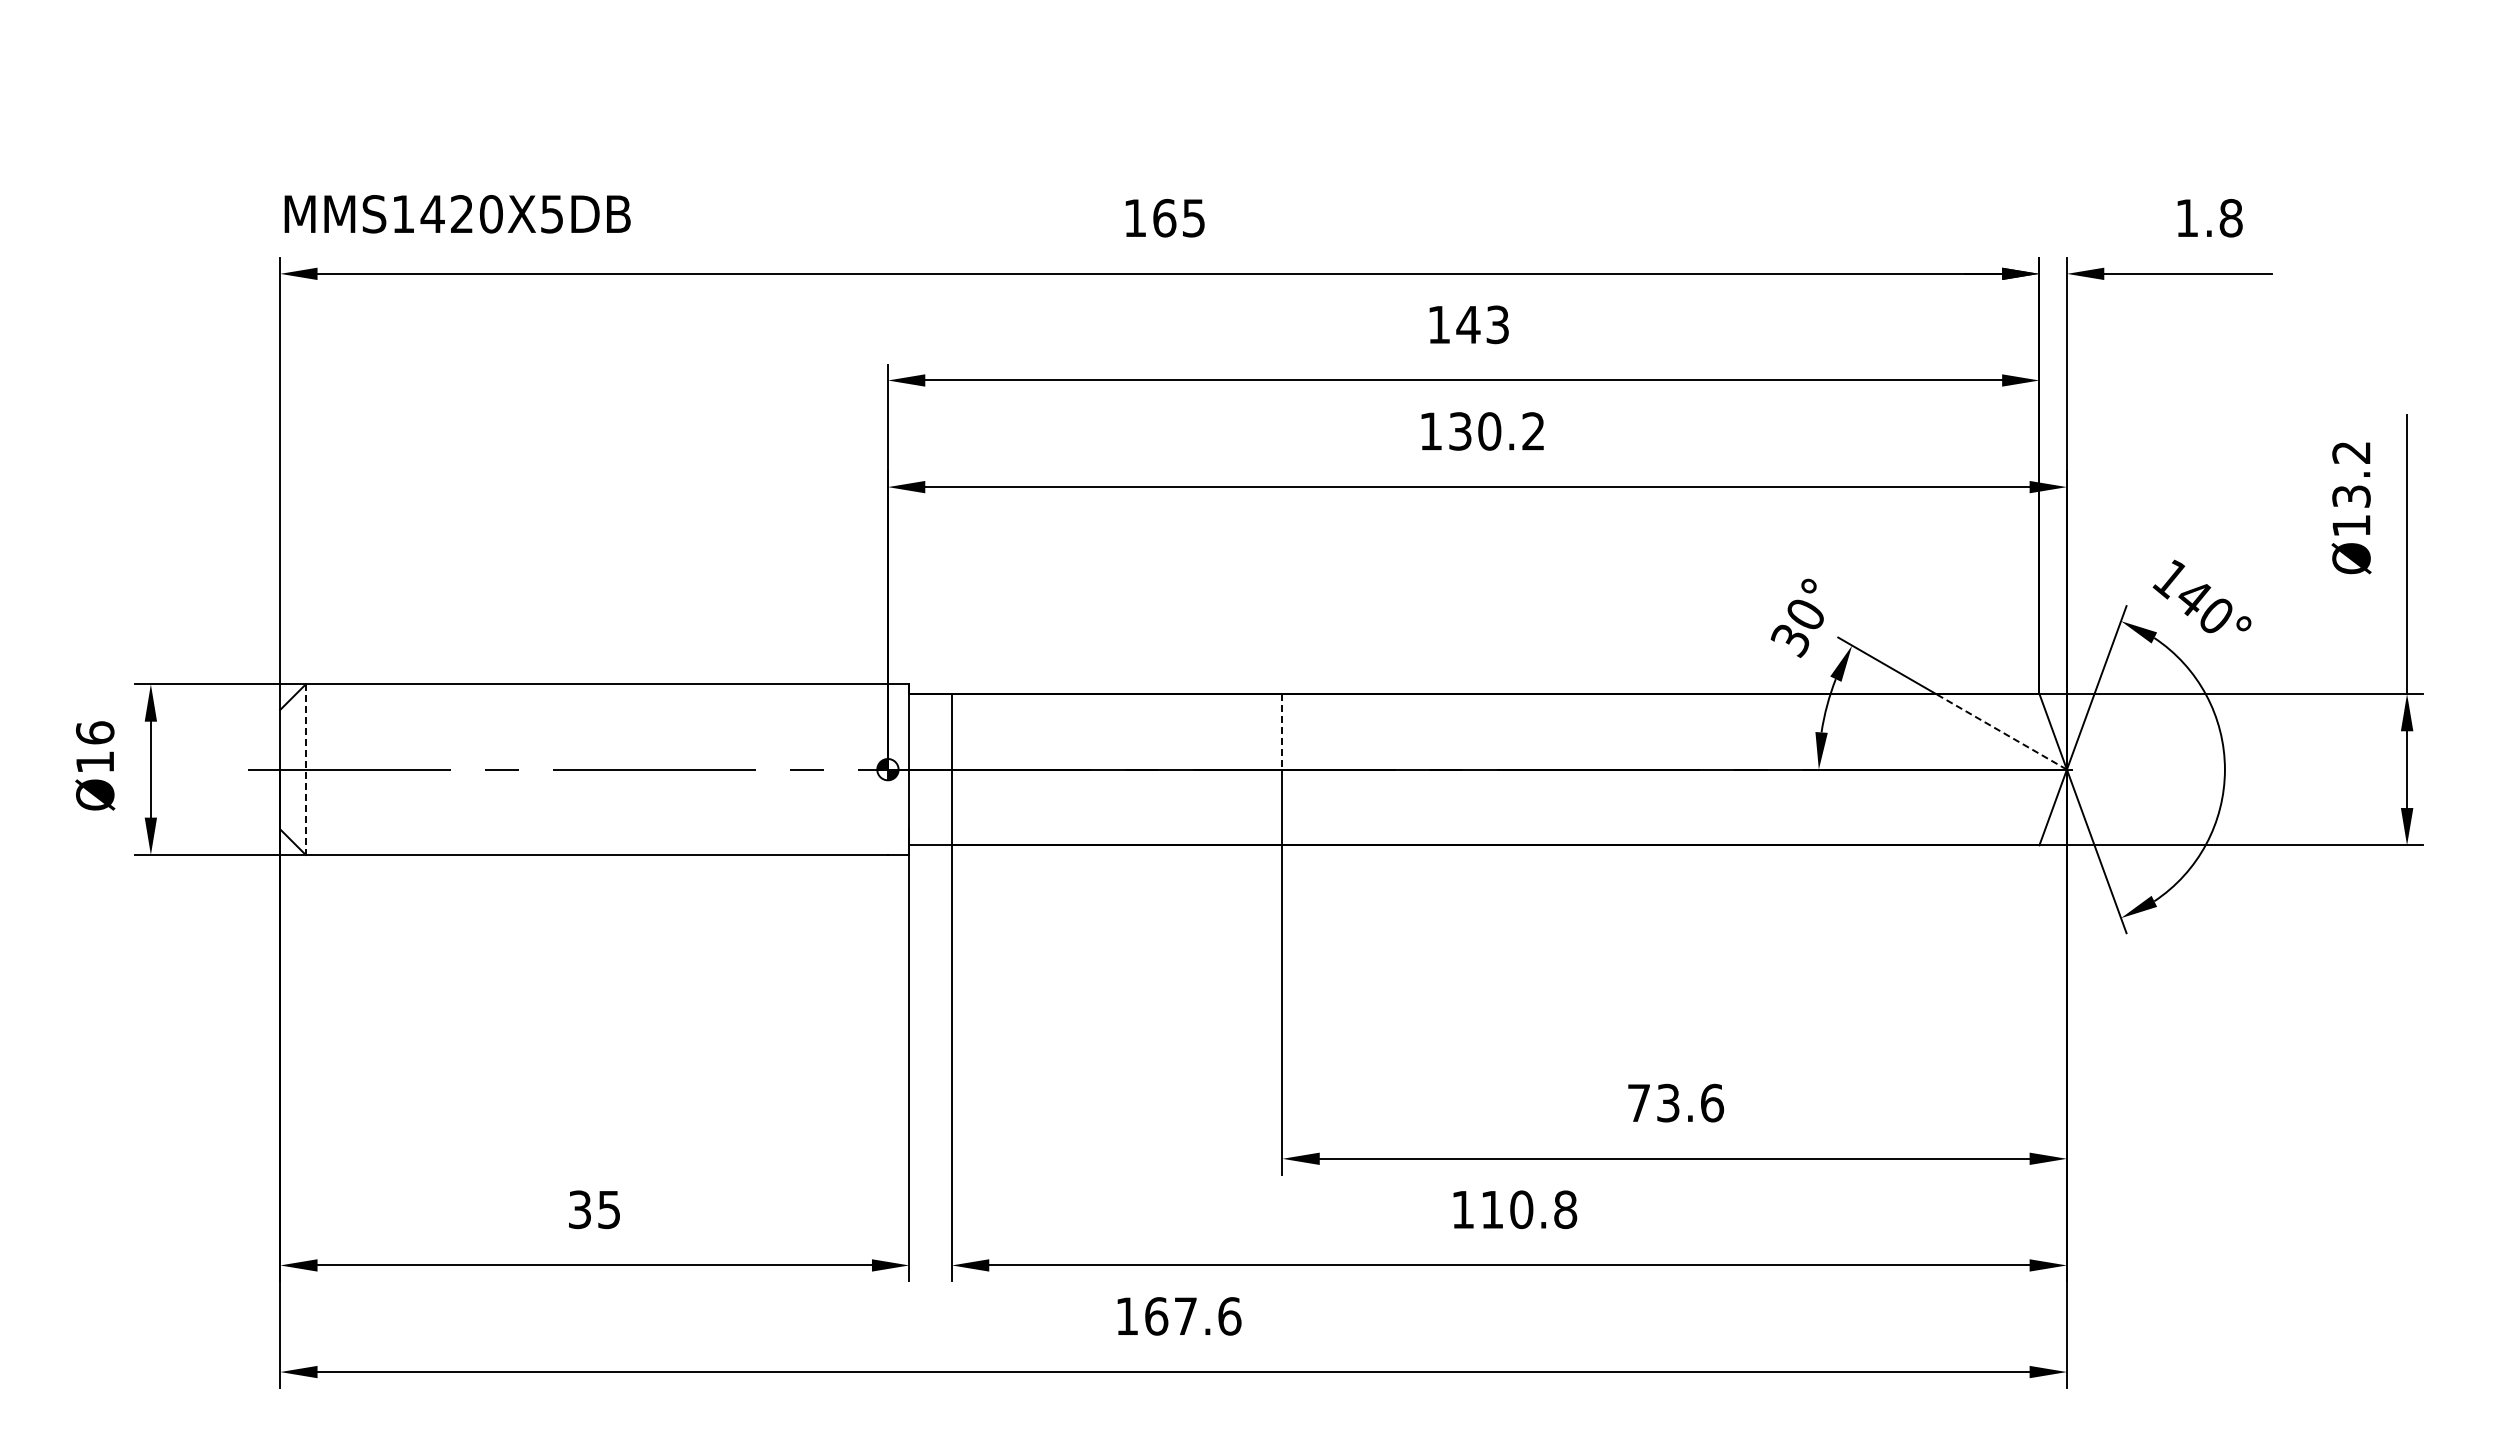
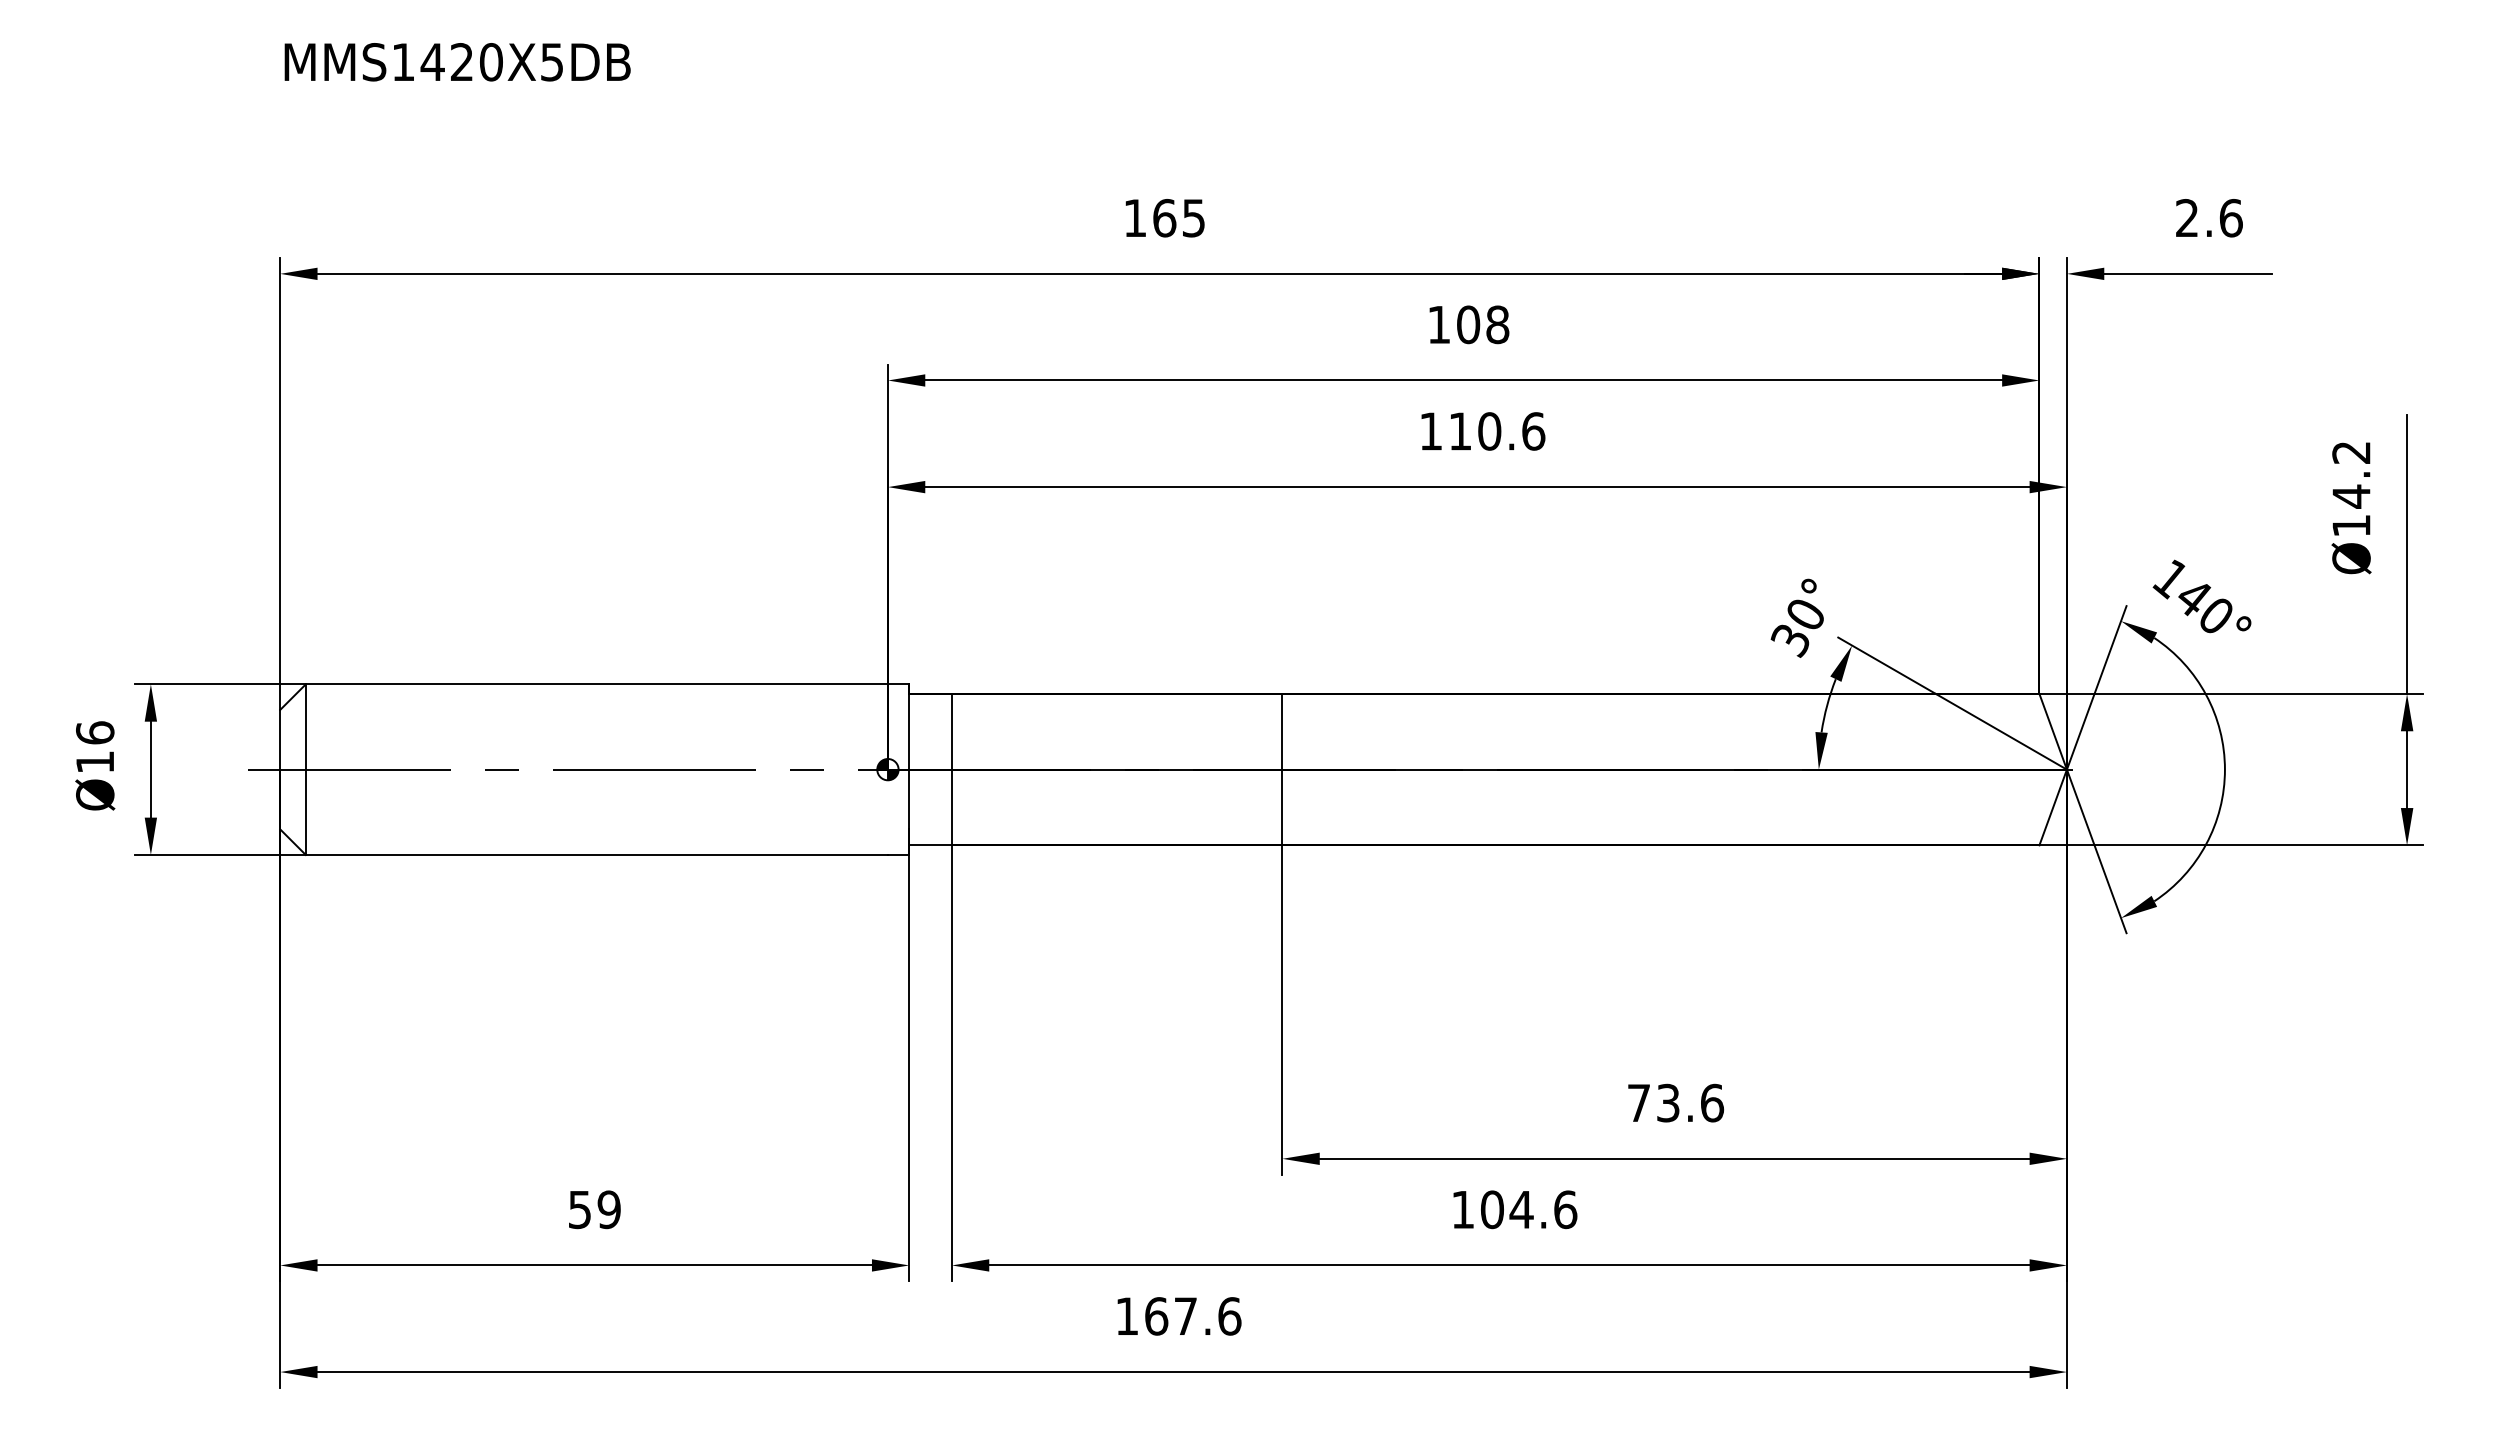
text at (457, 214) position: (457, 214) -> (457, 62)
text at (2209, 218): 1.8 -> 2.6
text at (1482, 324): 143 -> 108
text at (1497, 431): 130.2 -> 110.6
text at (2351, 496): Ø13.2 -> Ø14.2
line at (1282, 731): dashed -> solid
line at (2001, 731): dashed -> solid
line at (305, 770): dashed -> solid
text at (594, 1209): 35 -> 59
text at (1529, 1209): 110.8 -> 104.6
